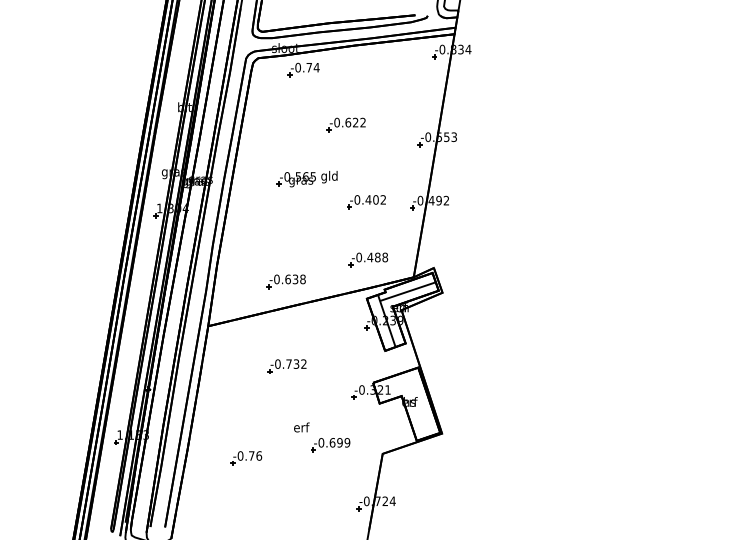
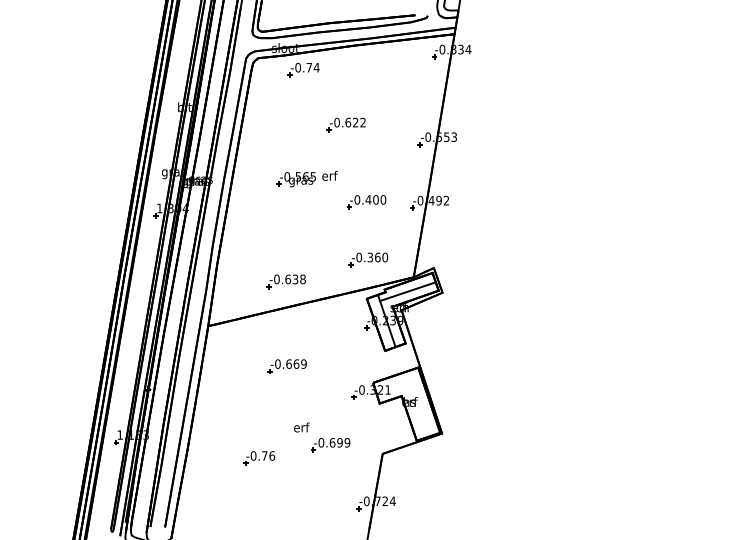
text at (329, 176): gld -> erf
text at (383, 199): -0.402 -> -0.400
text at (377, 257): -0.488 -> -0.360
text at (296, 363): -0.732 -> -0.669
part at (246, 458) position: (246, 458) -> (259, 458)
